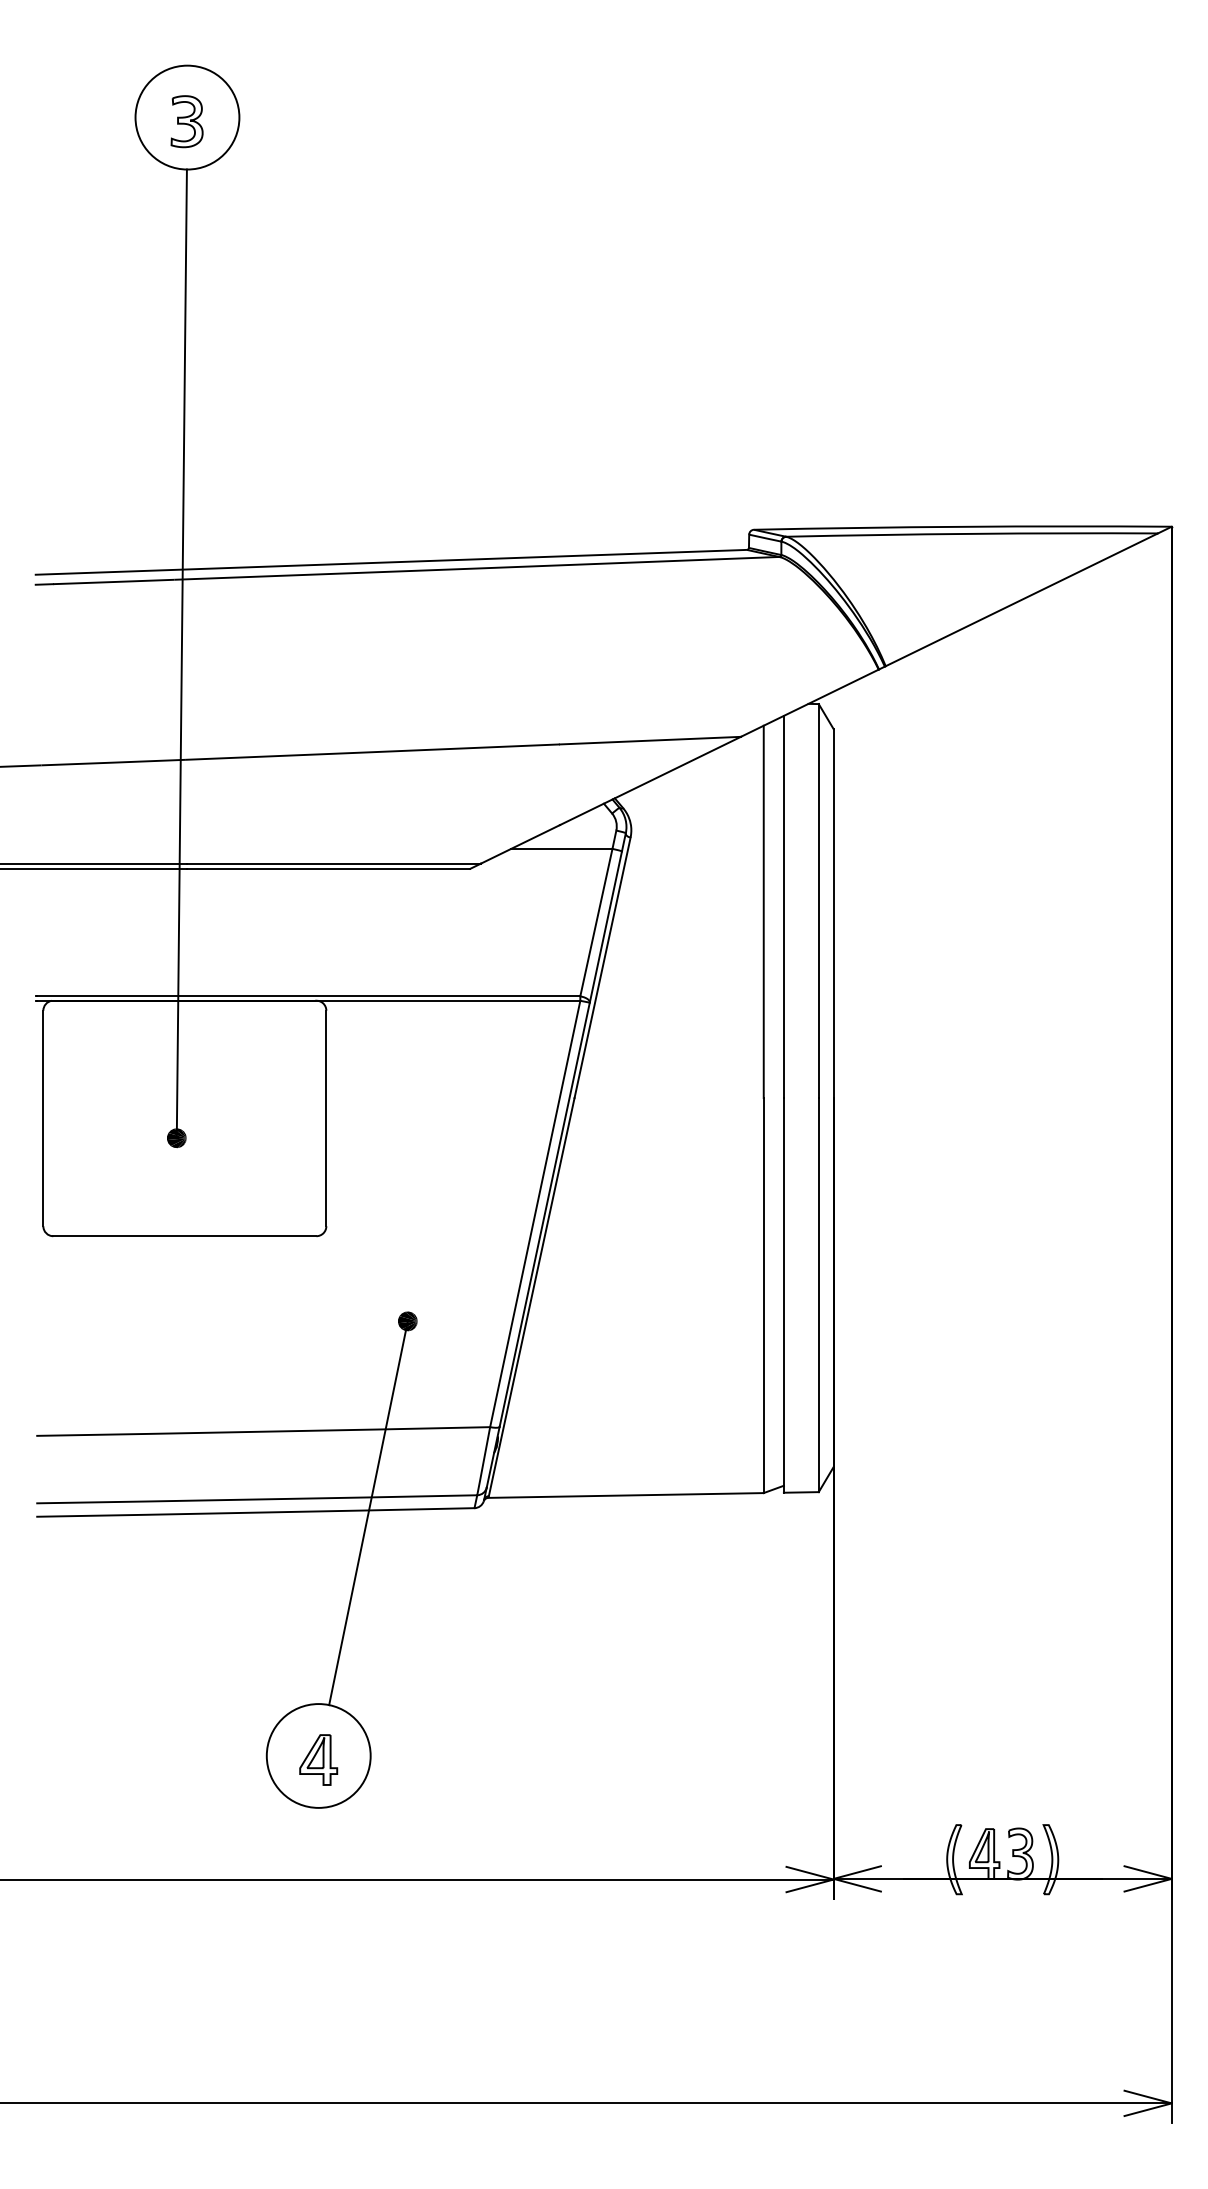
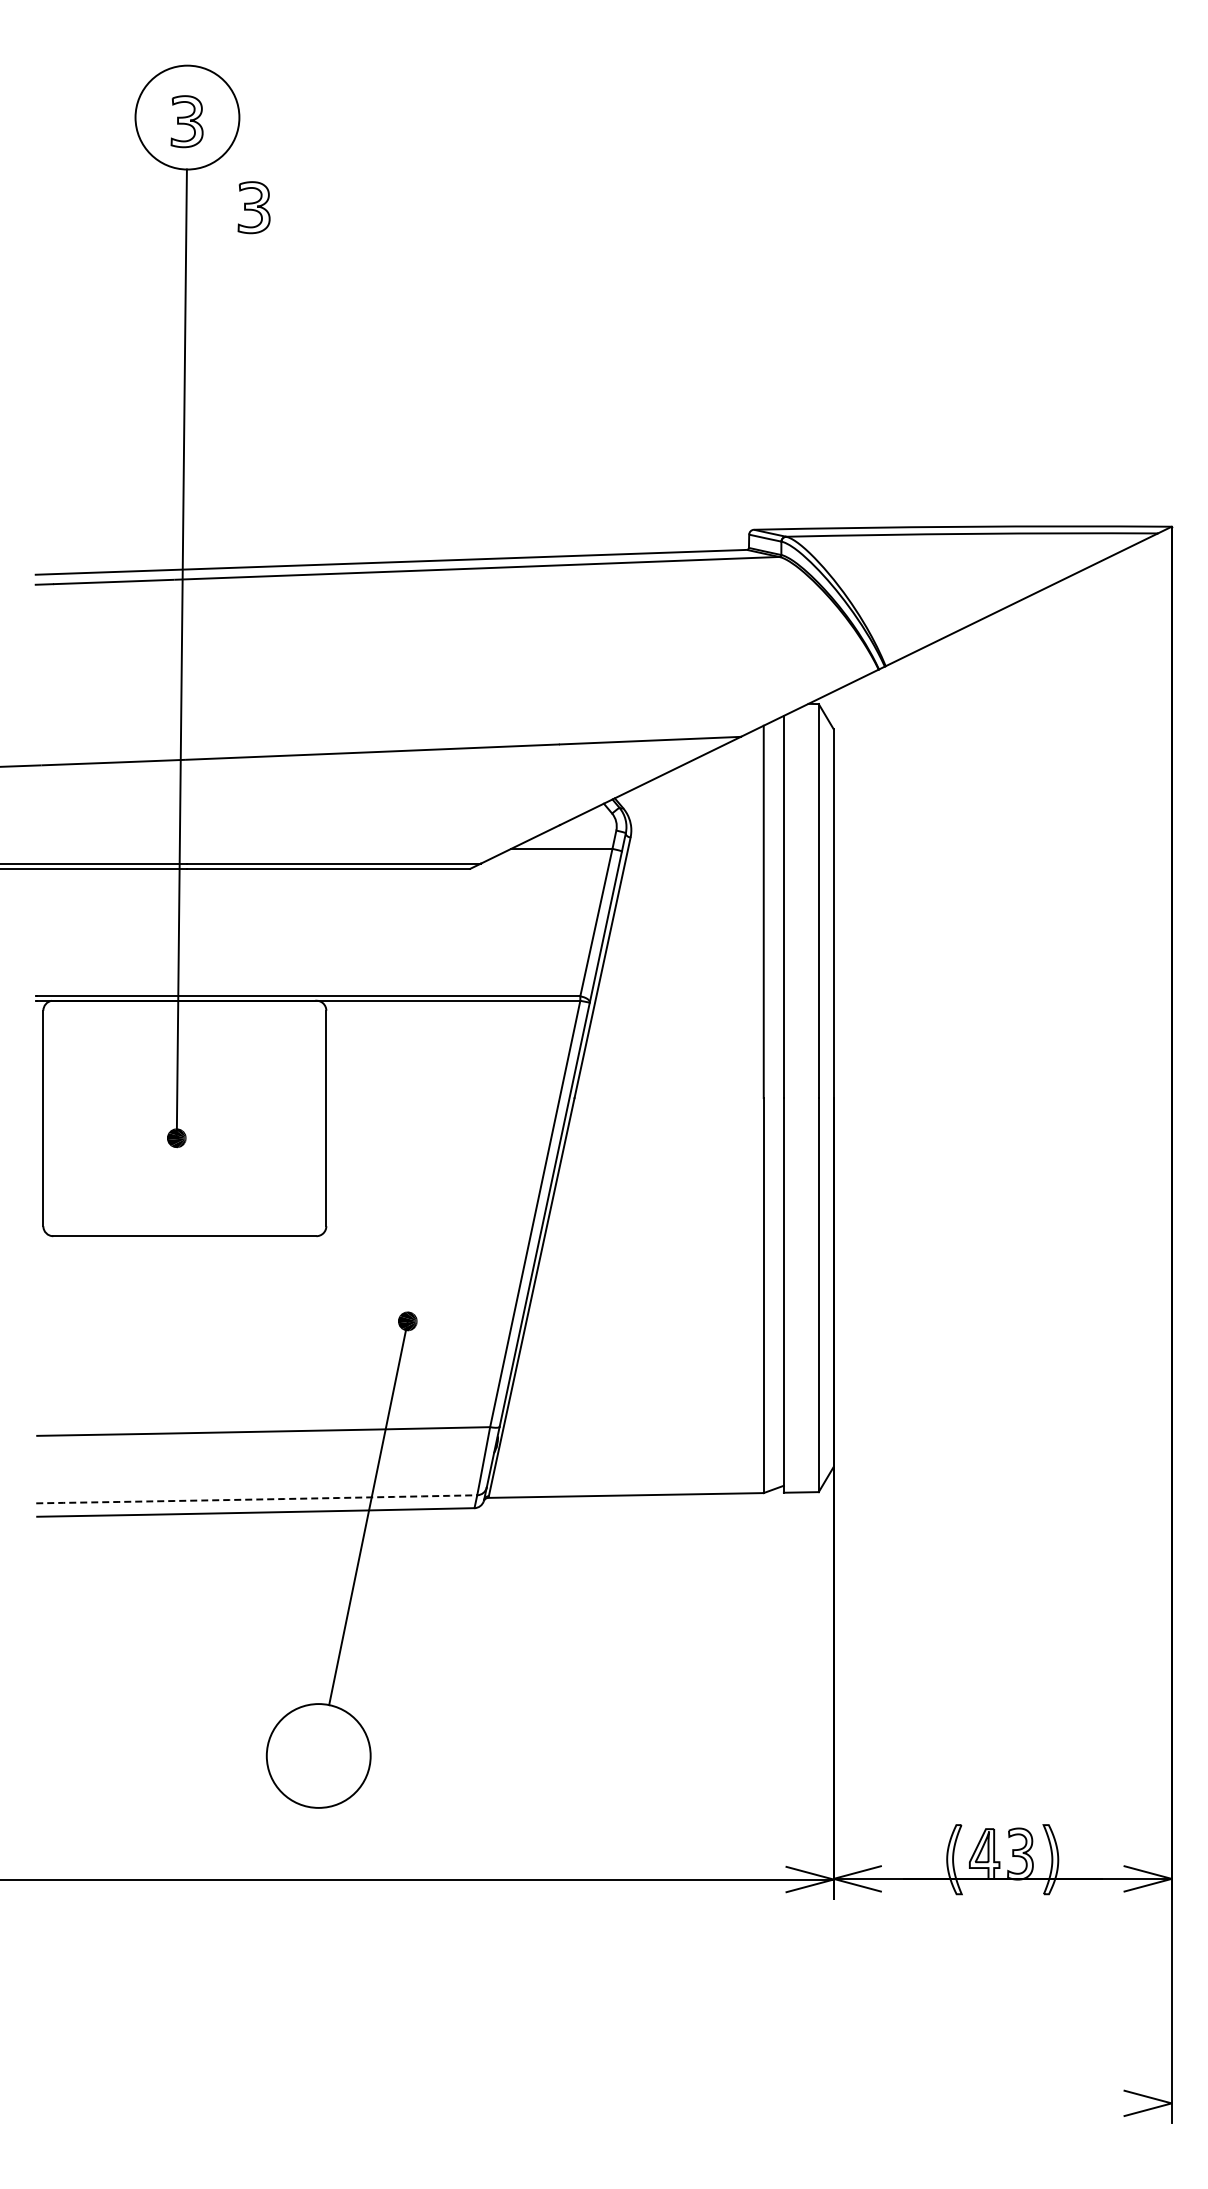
part at (253, 207): none -> present
arc at (256, 1499): solid -> dashed
part at (318, 1759): present -> none
line at (586, 2103): present -> none
